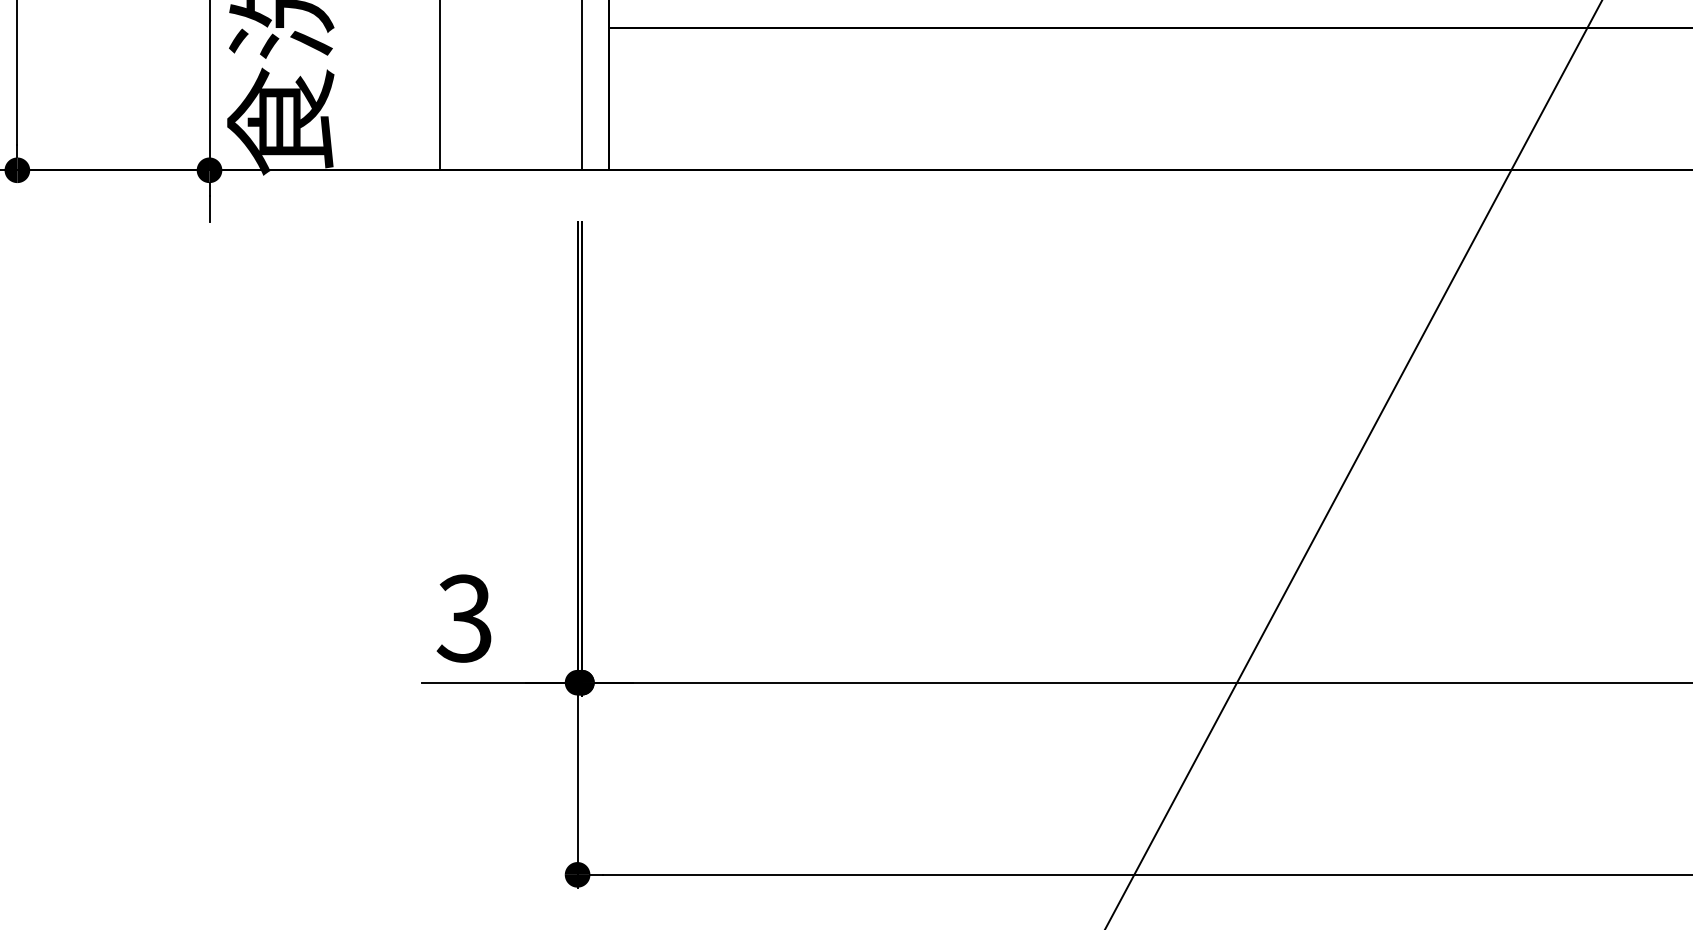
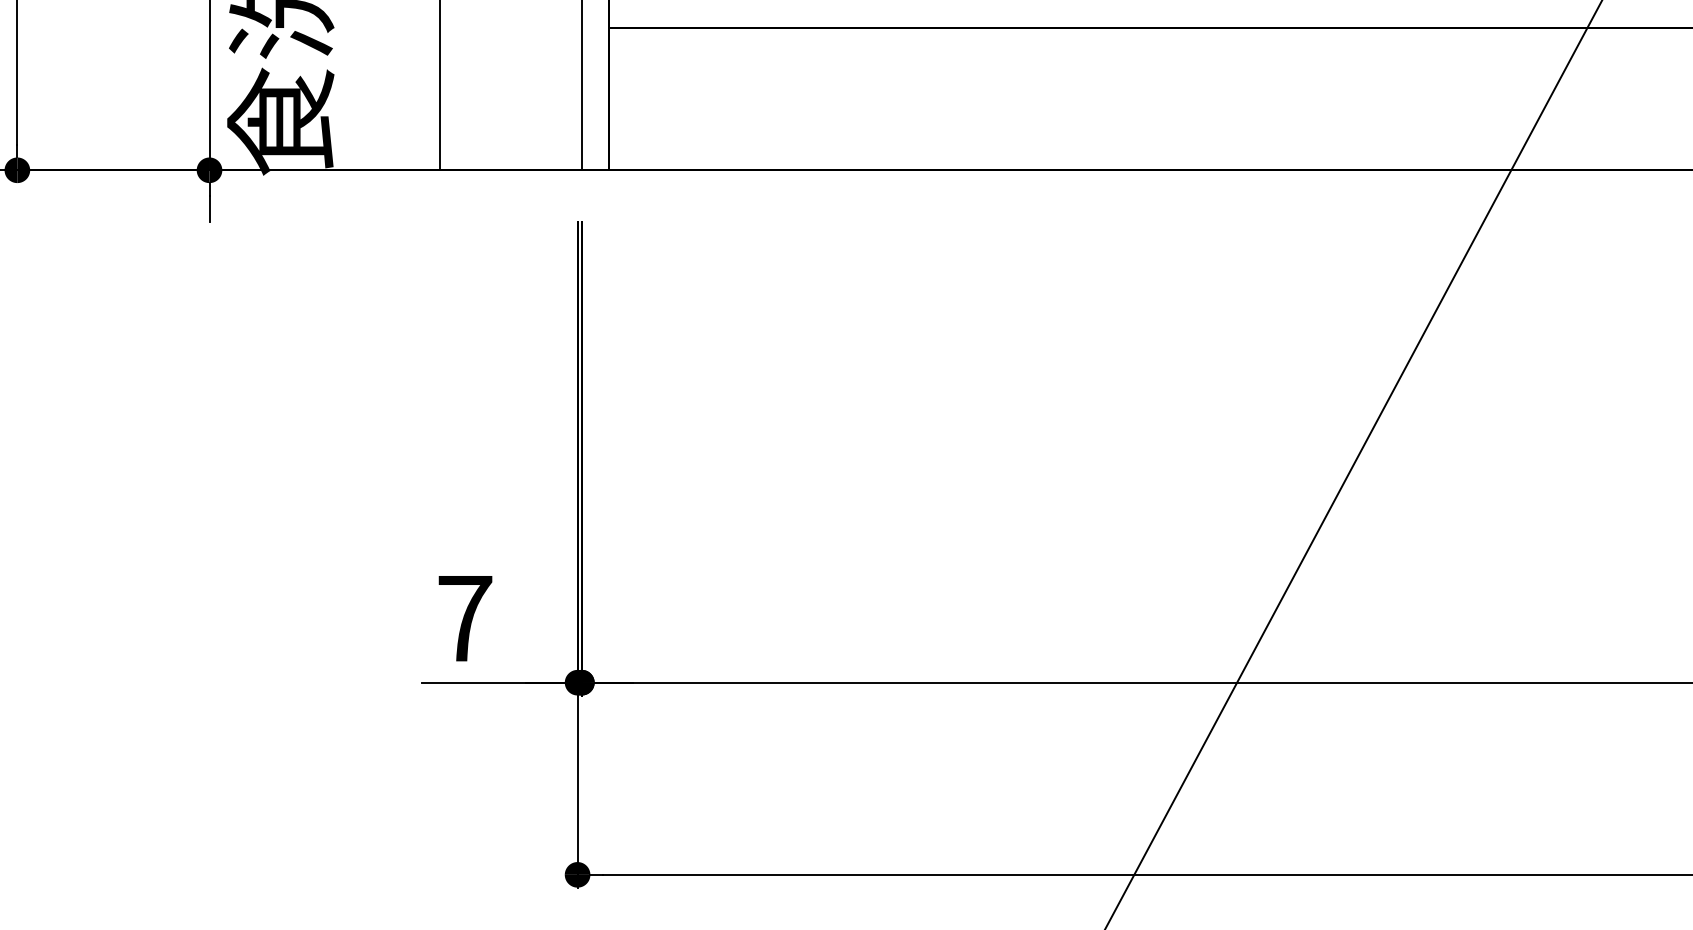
text at (464, 618): 3 -> 7
